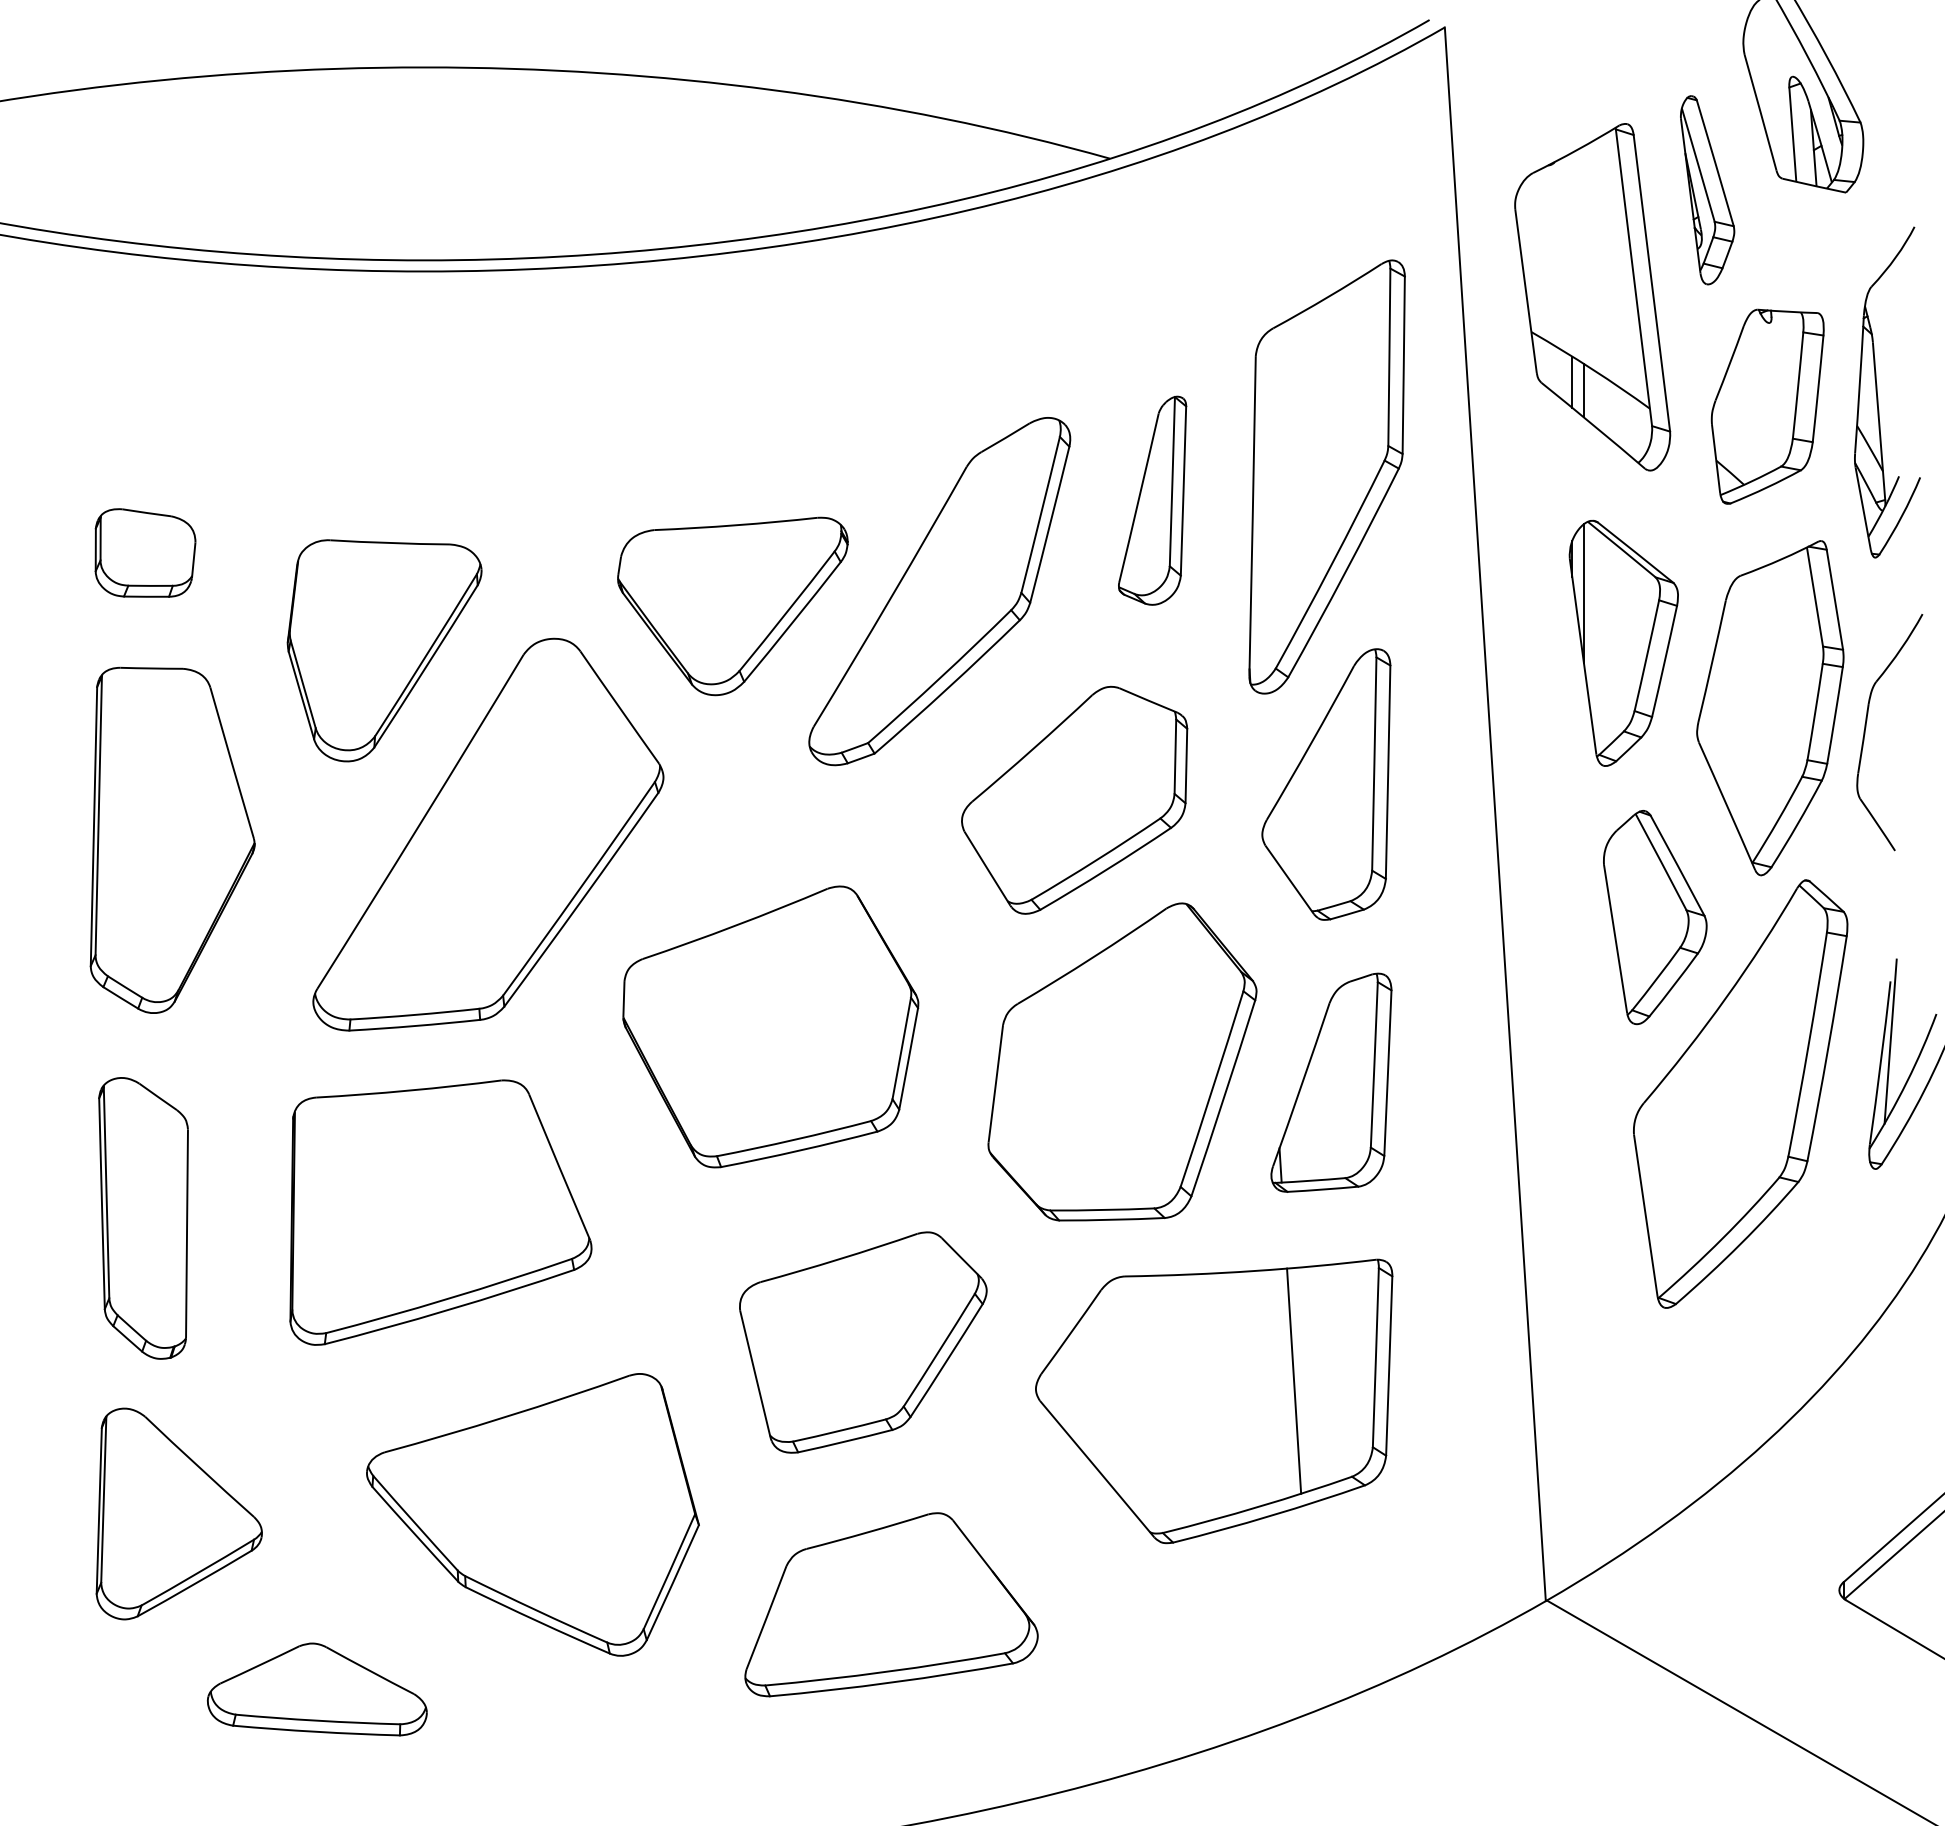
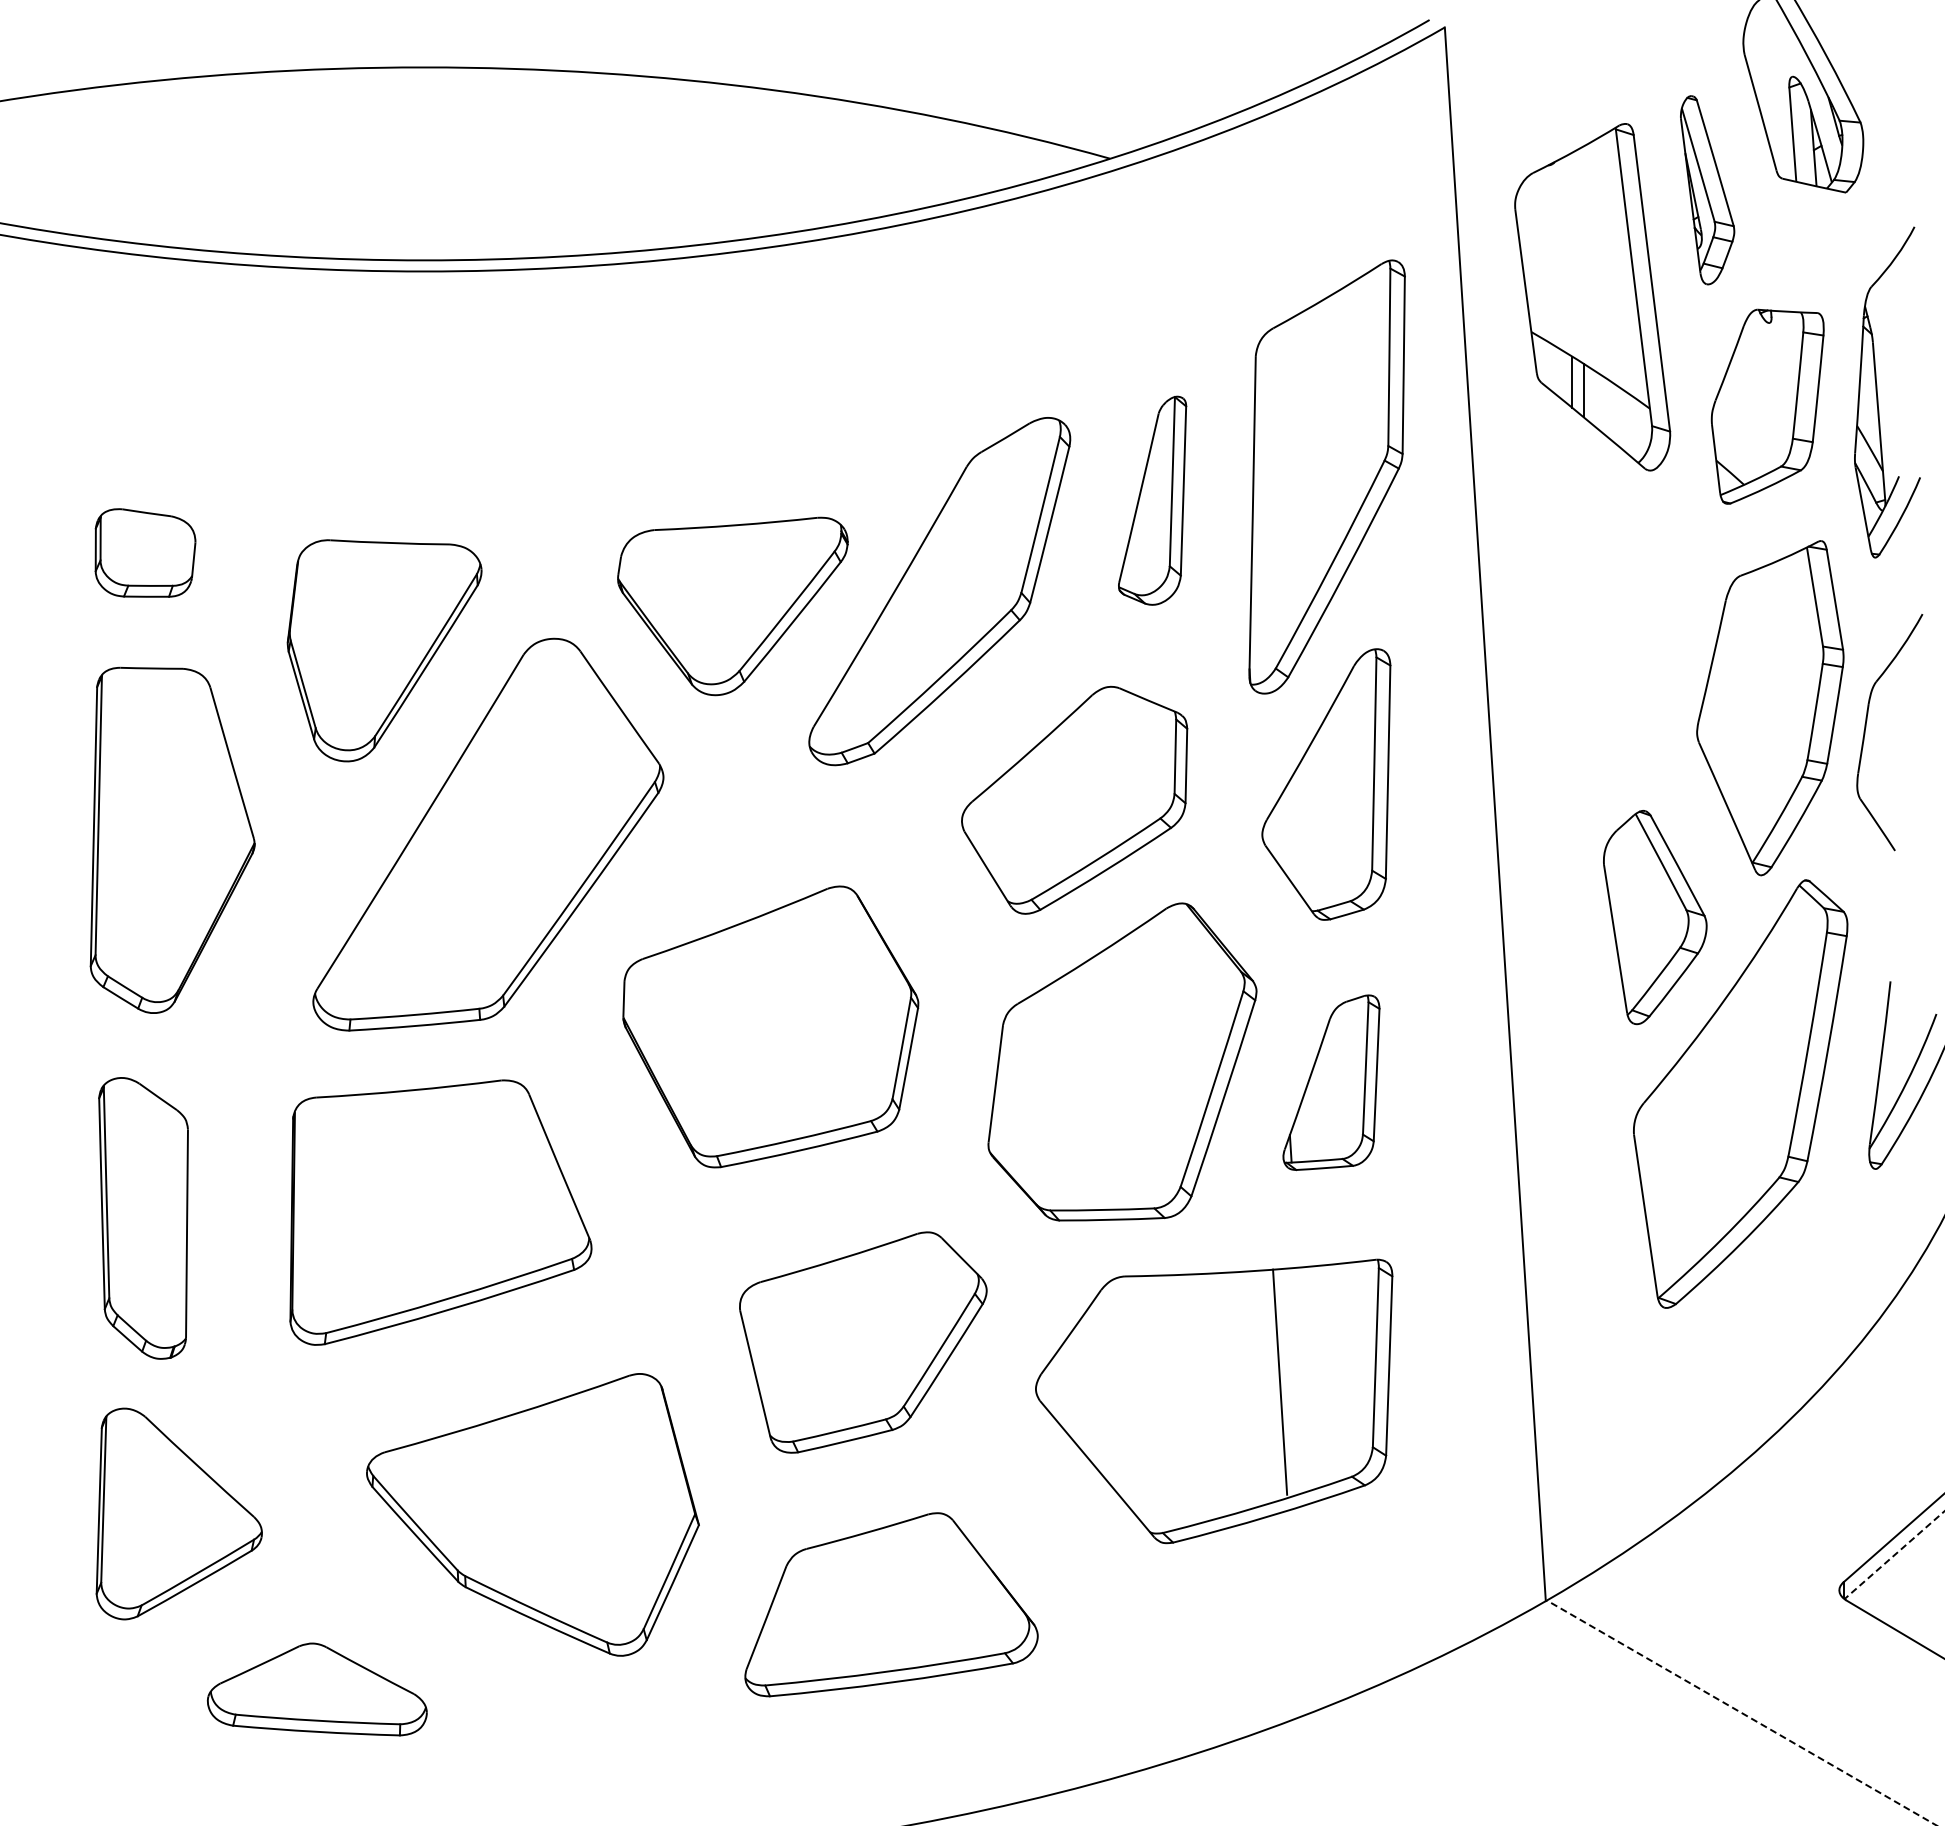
part at (1623, 642): present -> none
line at (1890, 1041): present -> none
part at (1331, 1082) size: 123x221 px -> 99x178 px
line at (1294, 1380) position: (1294, 1380) -> (1280, 1381)
line at (1894, 1555): solid -> dashed
line at (1741, 1713): solid -> dashed
